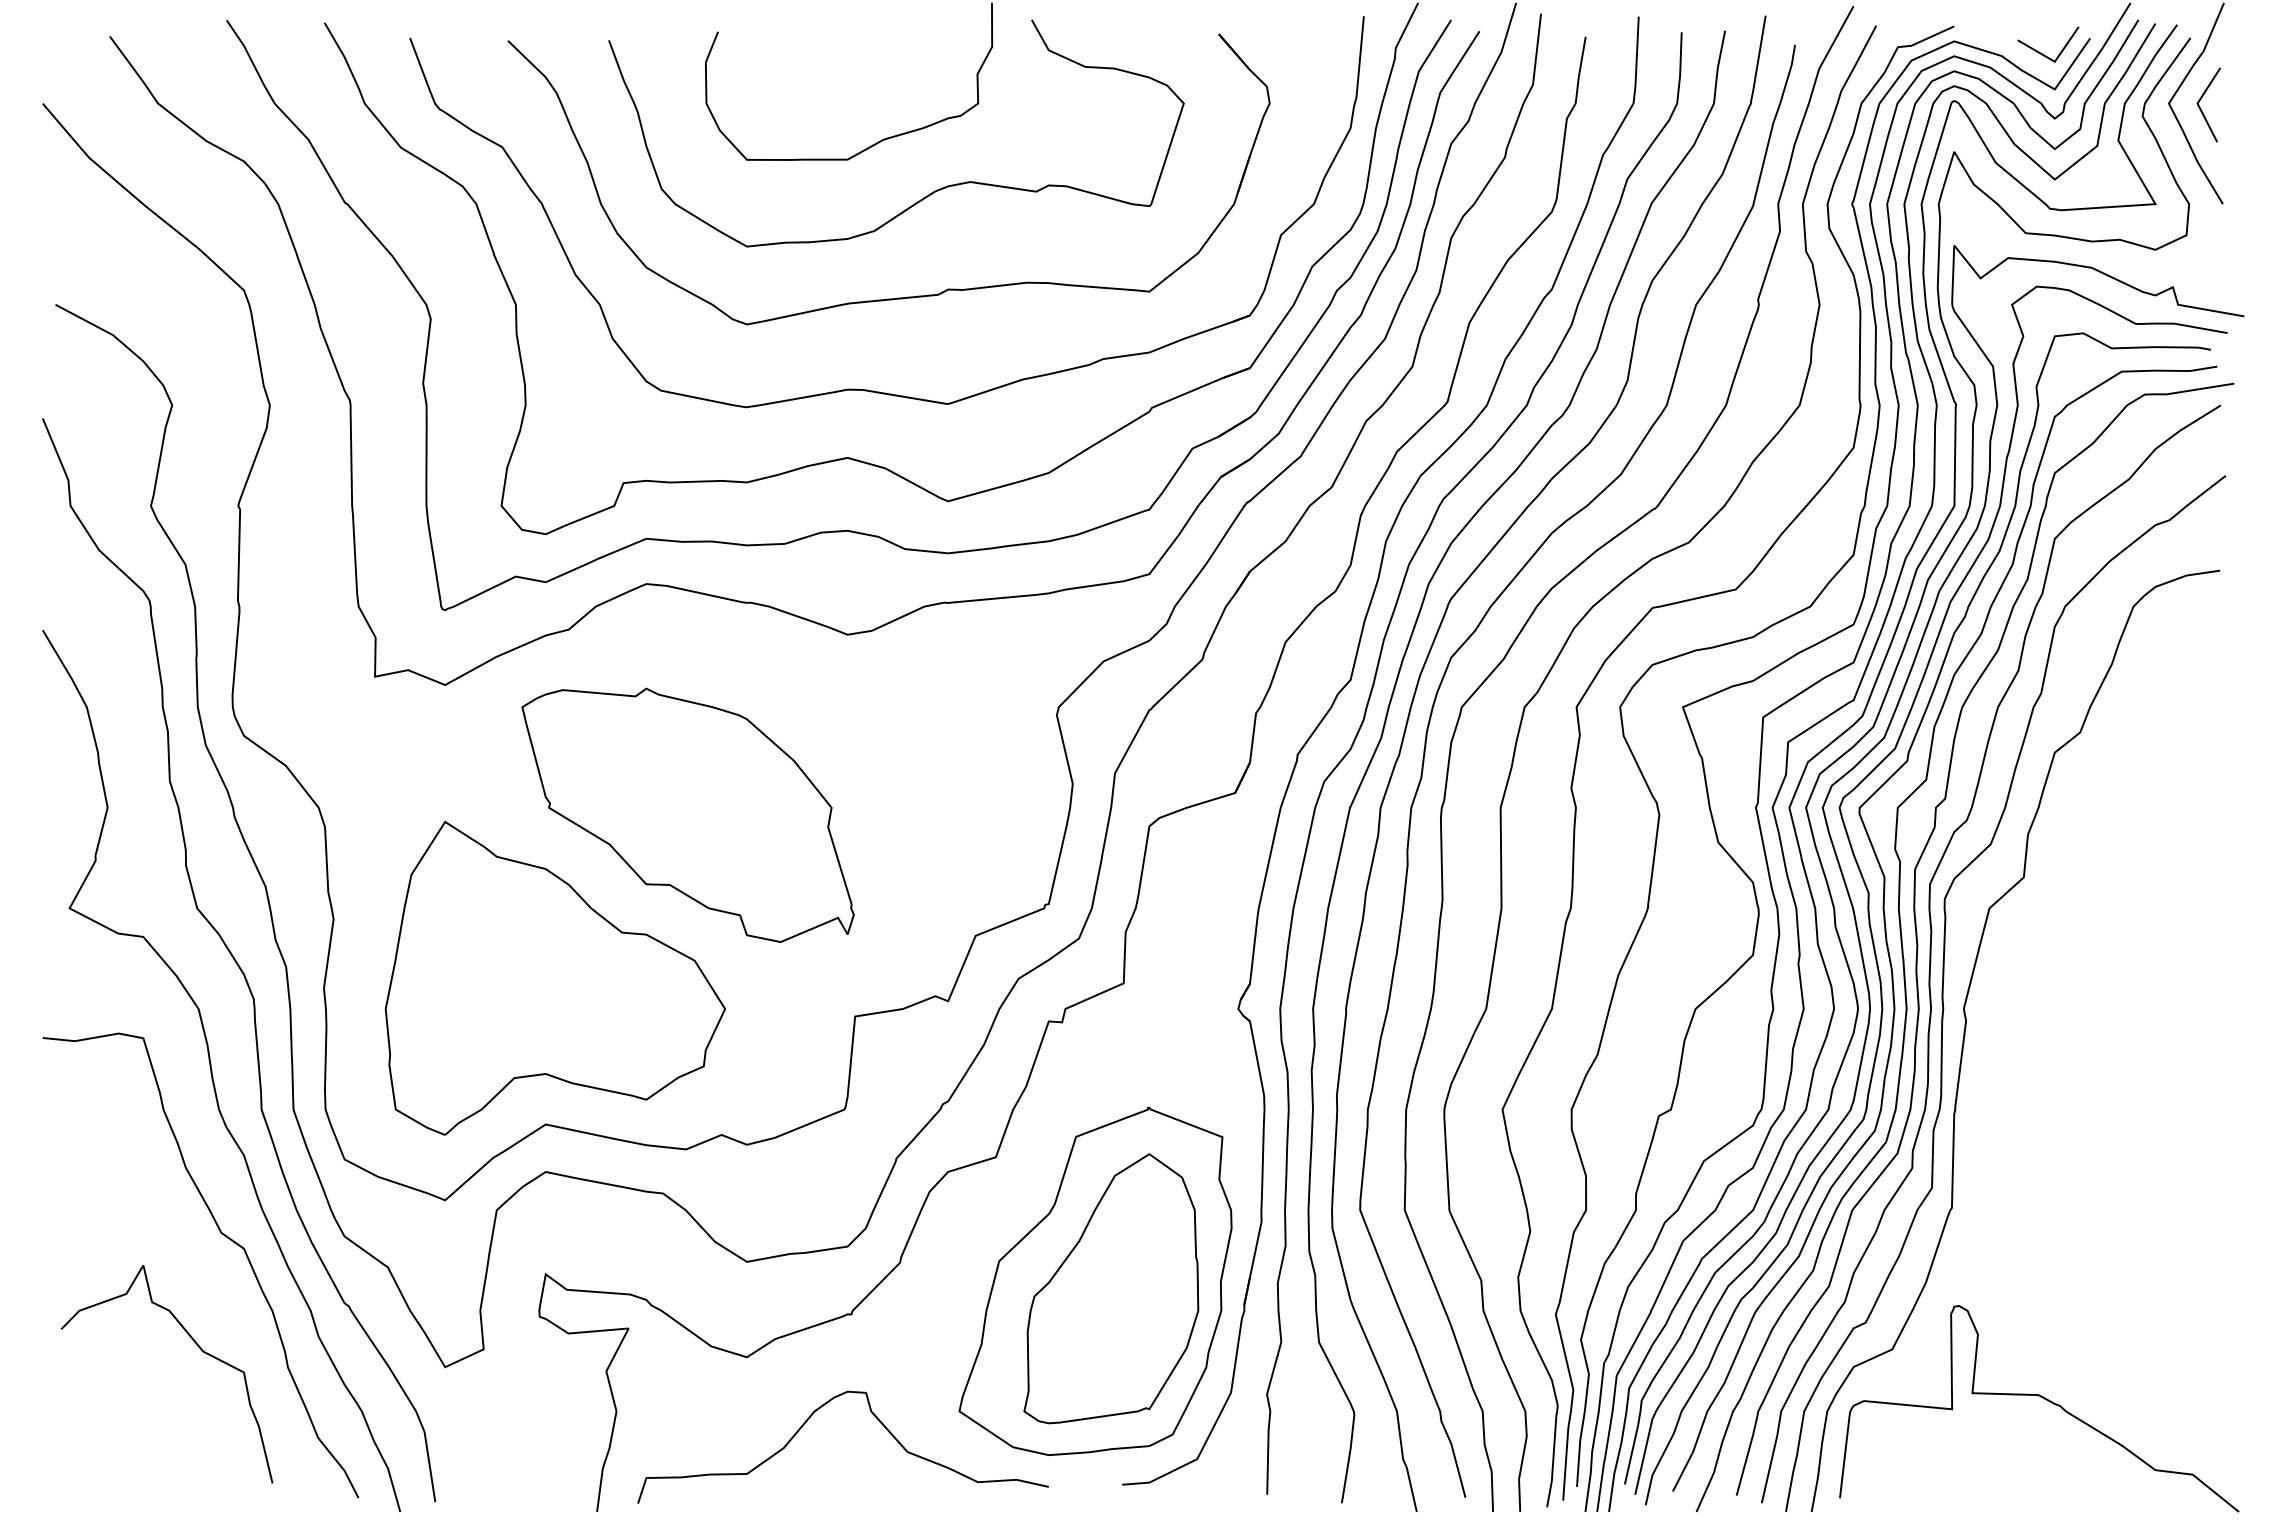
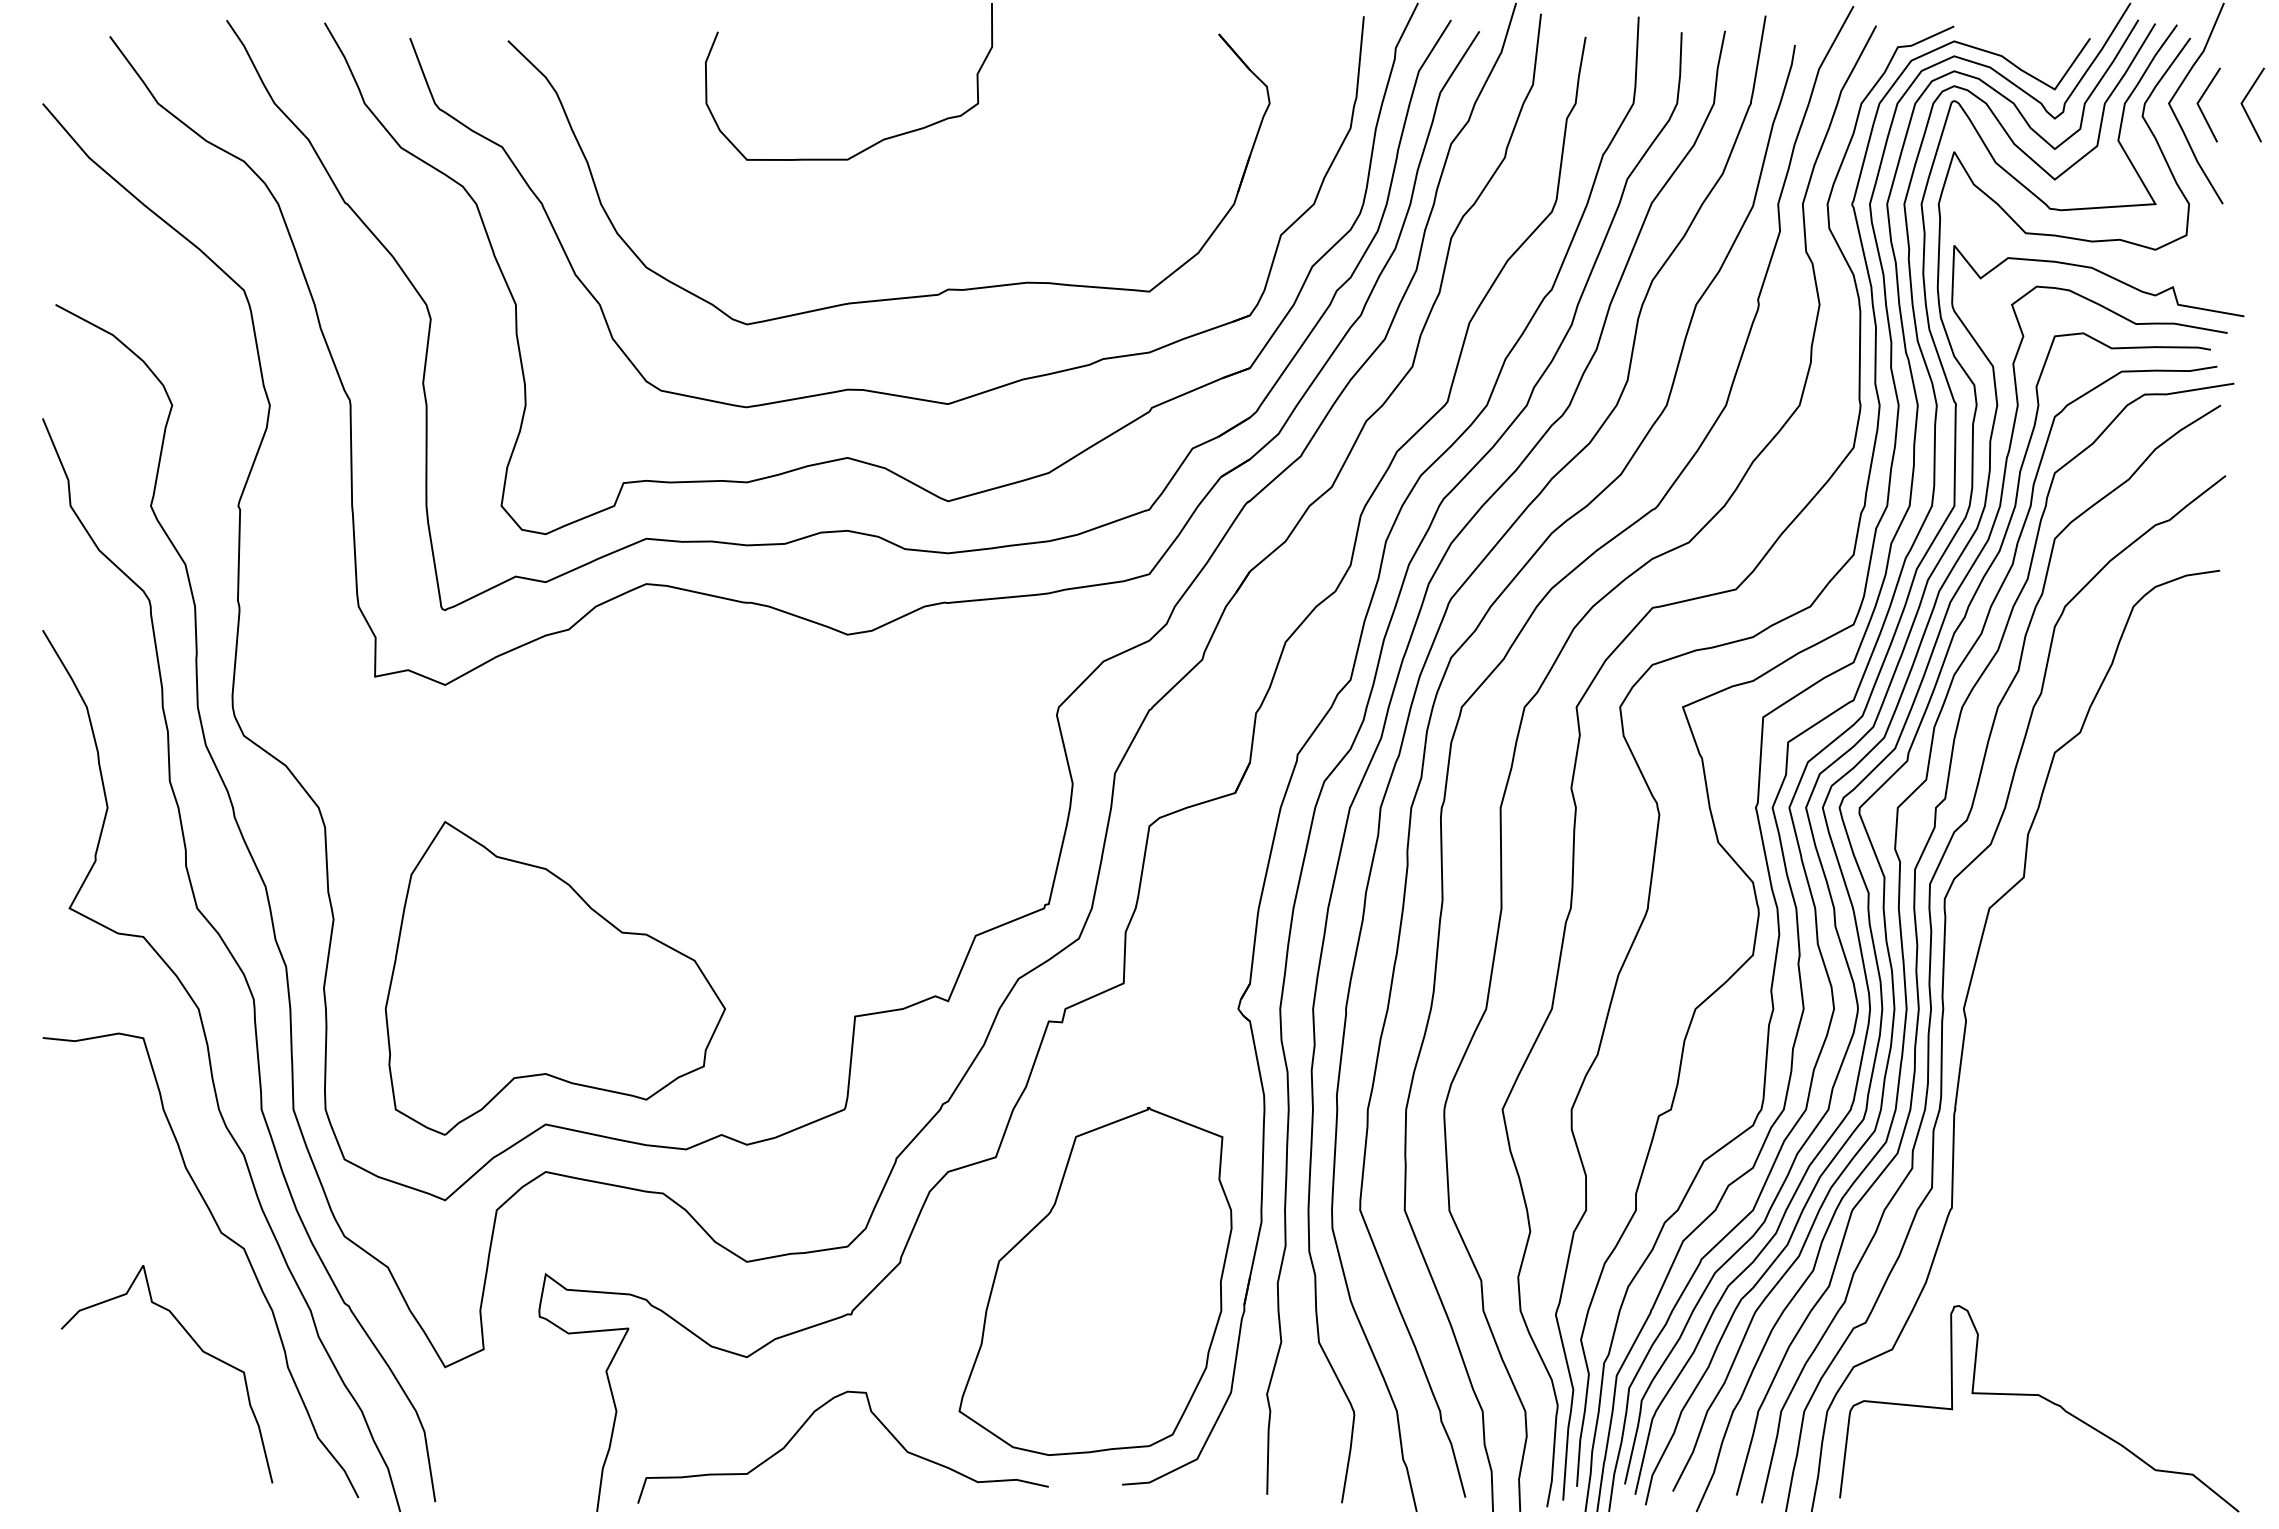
line at (2041, 52): present -> none
line at (2245, 108): none -> present
curve at (934, 190): present -> none
part at (687, 814): present -> none
part at (1111, 1288): present -> none
